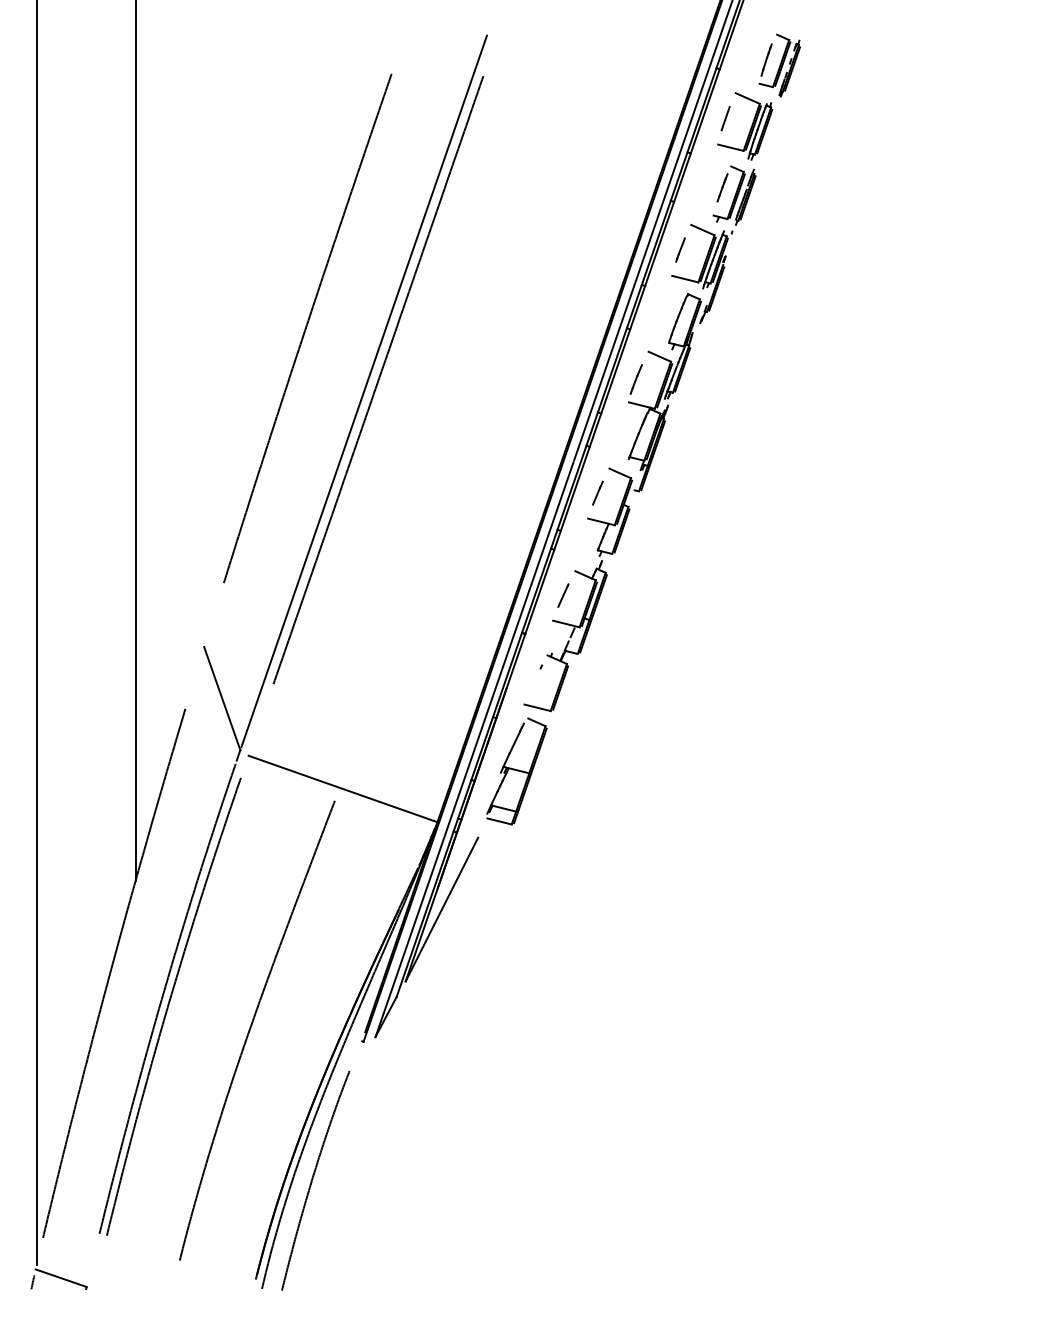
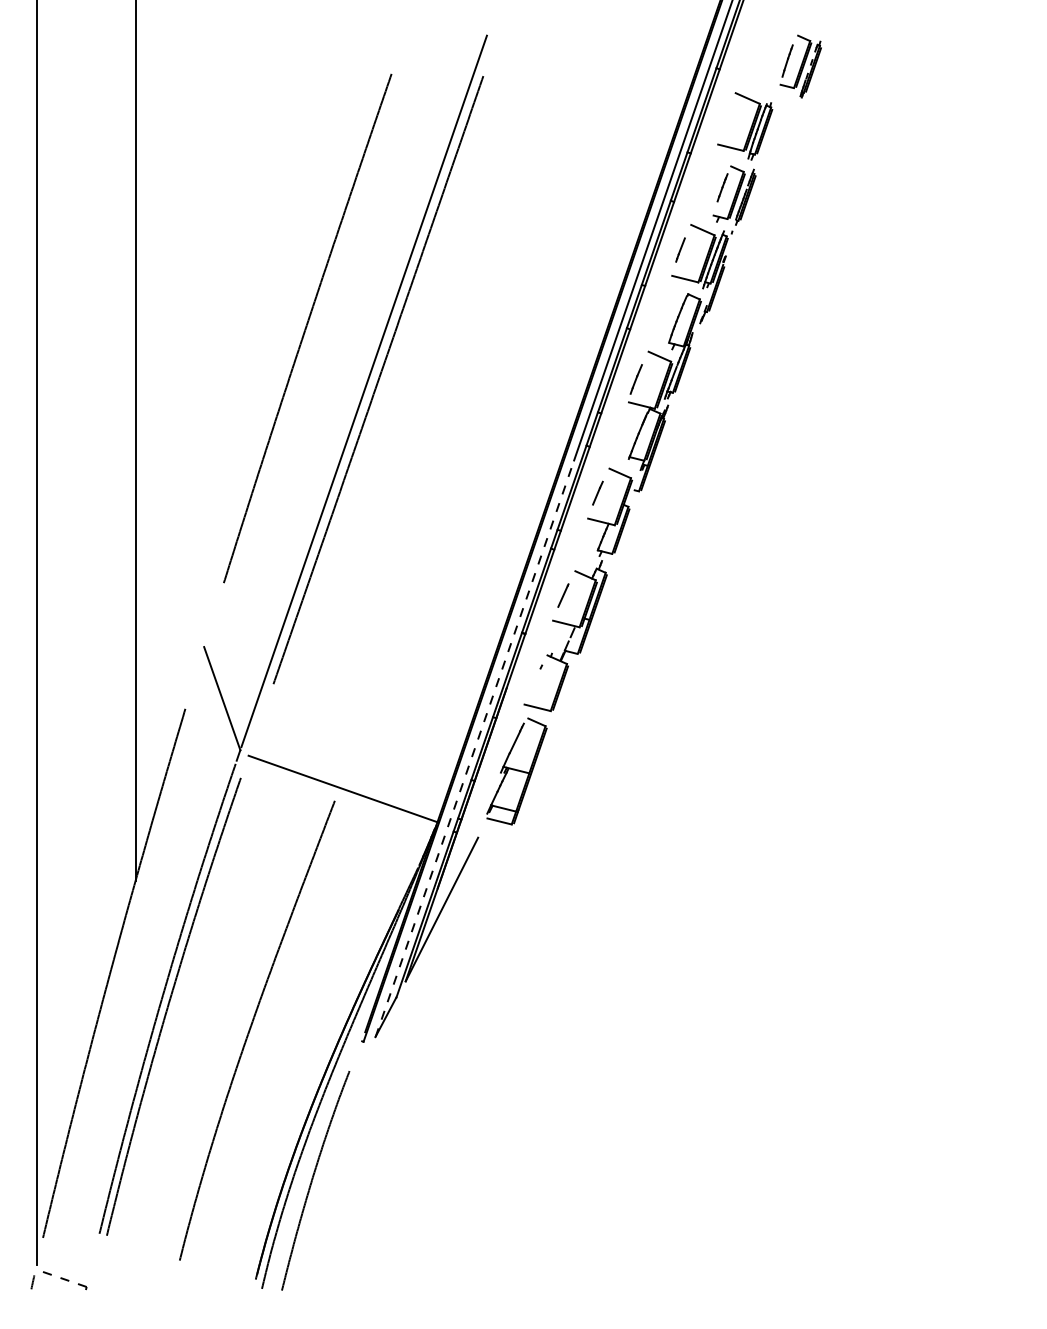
part at (779, 65) position: (779, 65) -> (800, 66)
line at (725, 118): present -> none
line at (474, 749): solid -> dashed
line at (60, 1278): solid -> dashed
